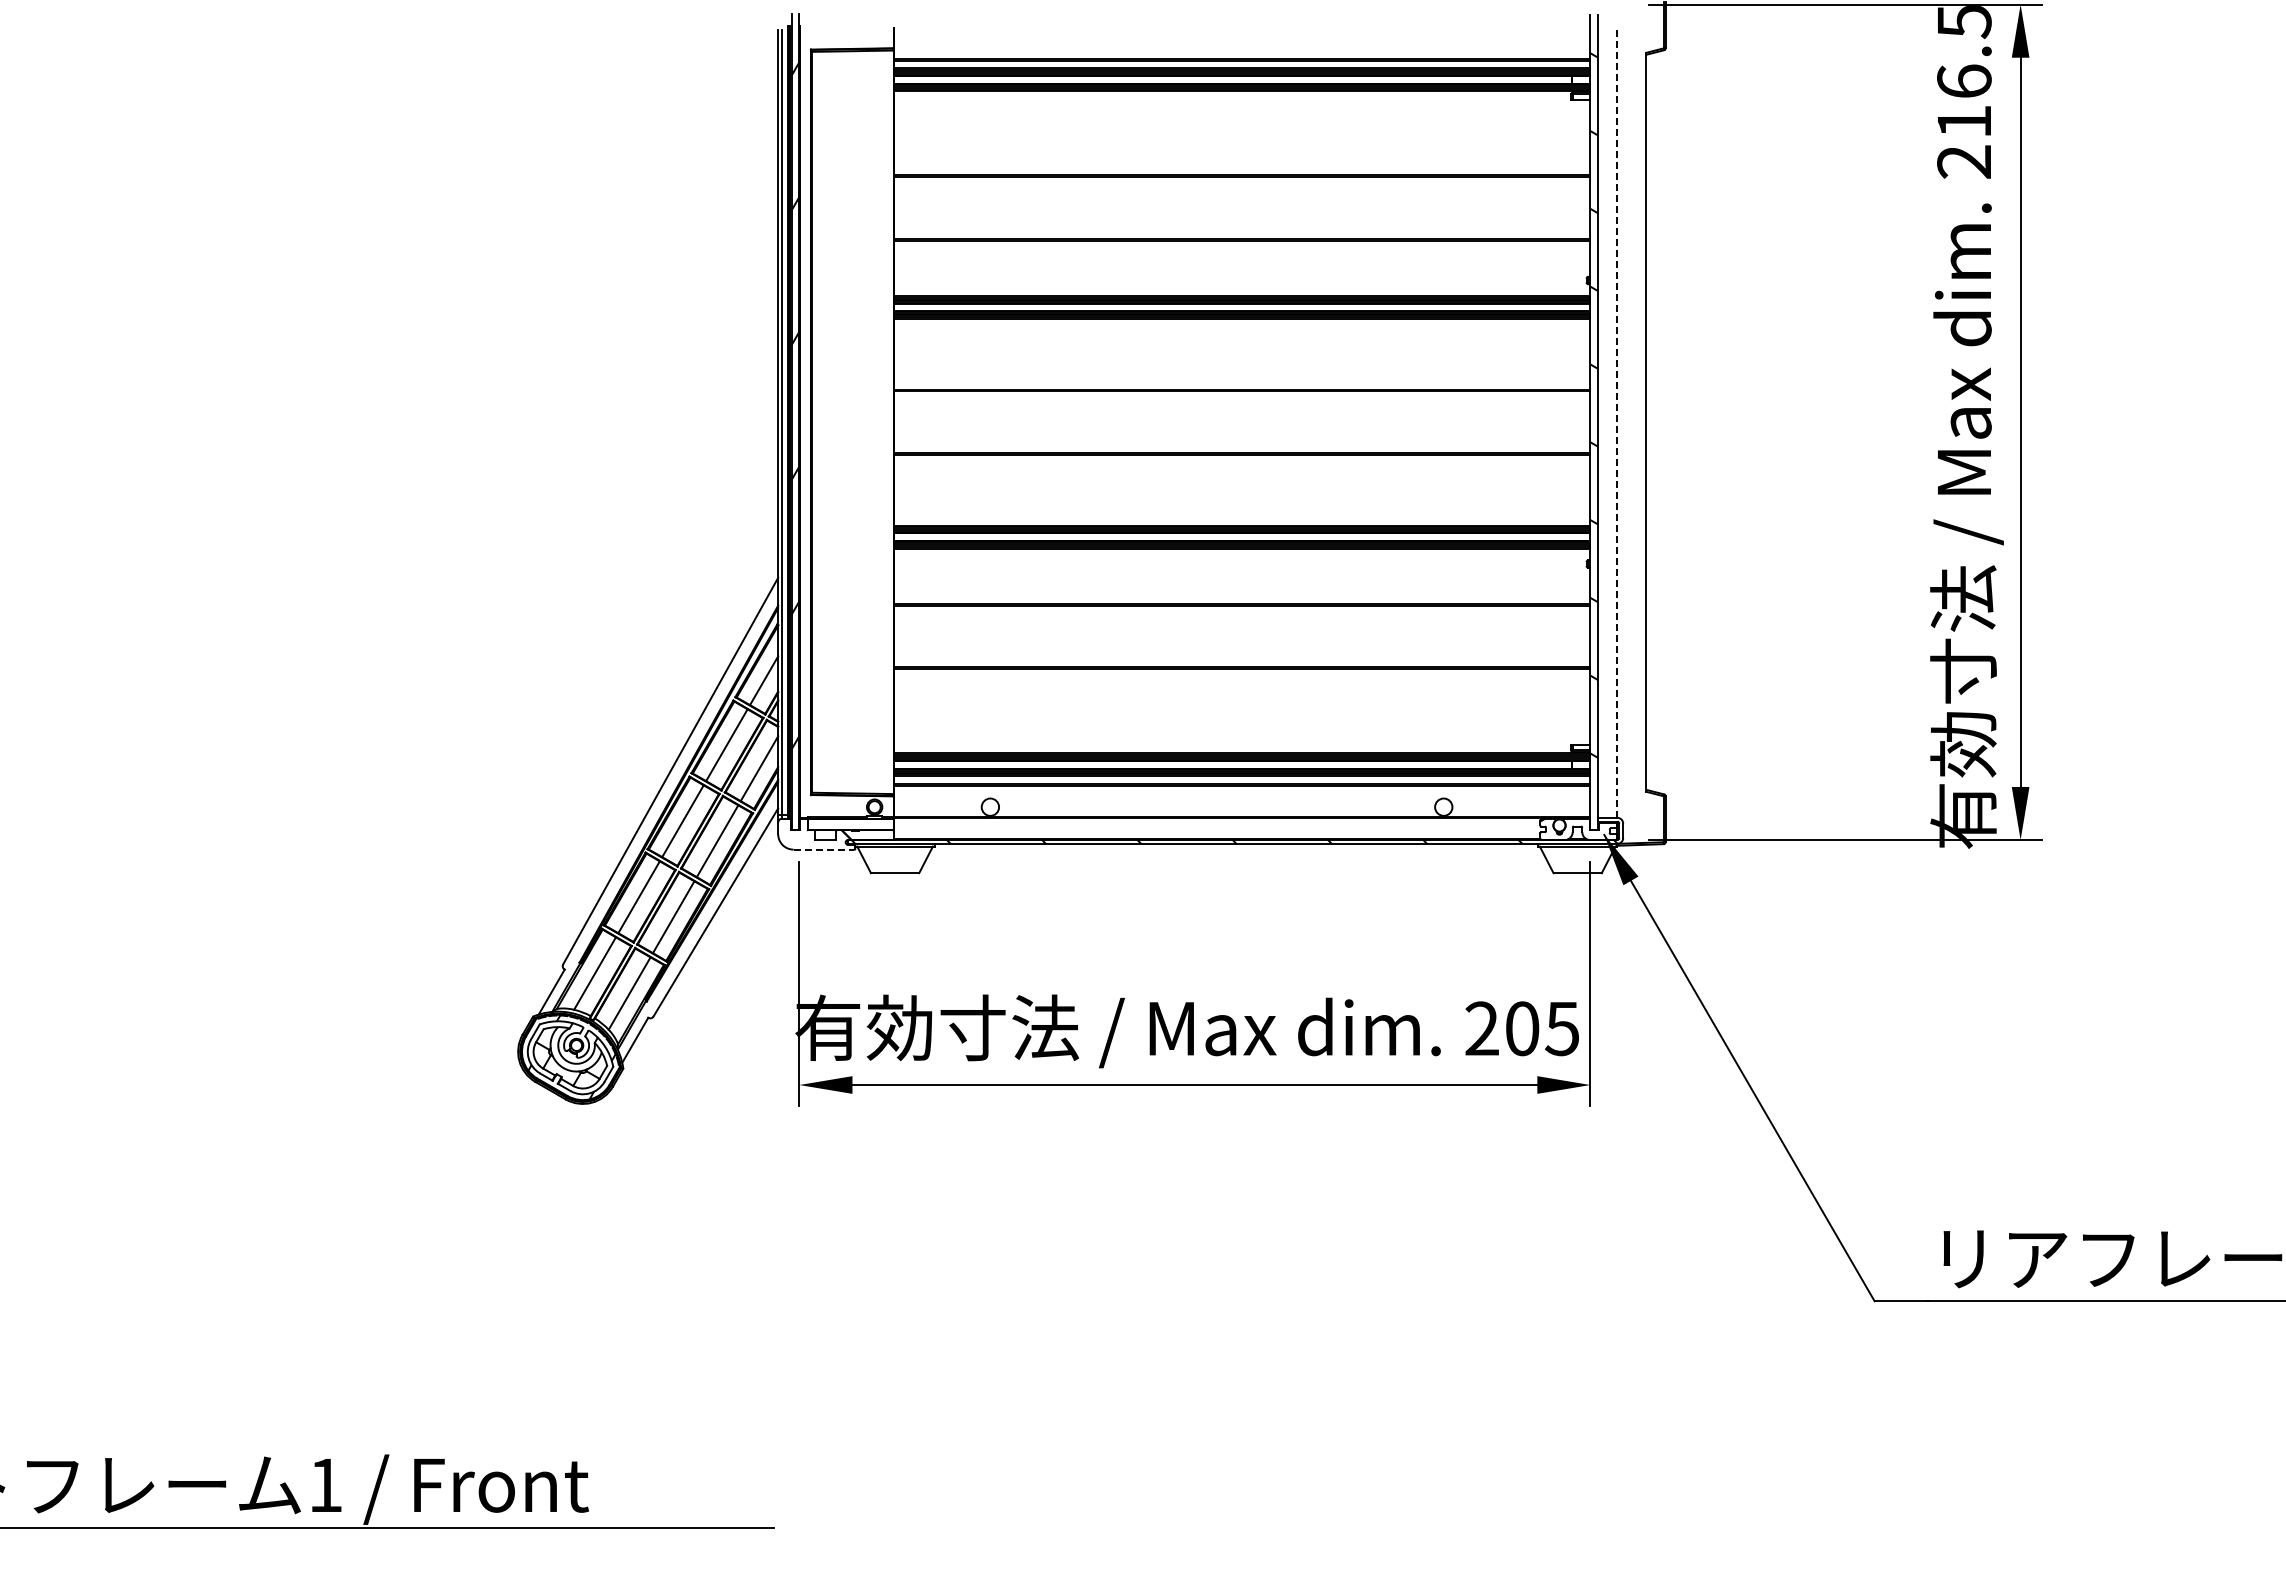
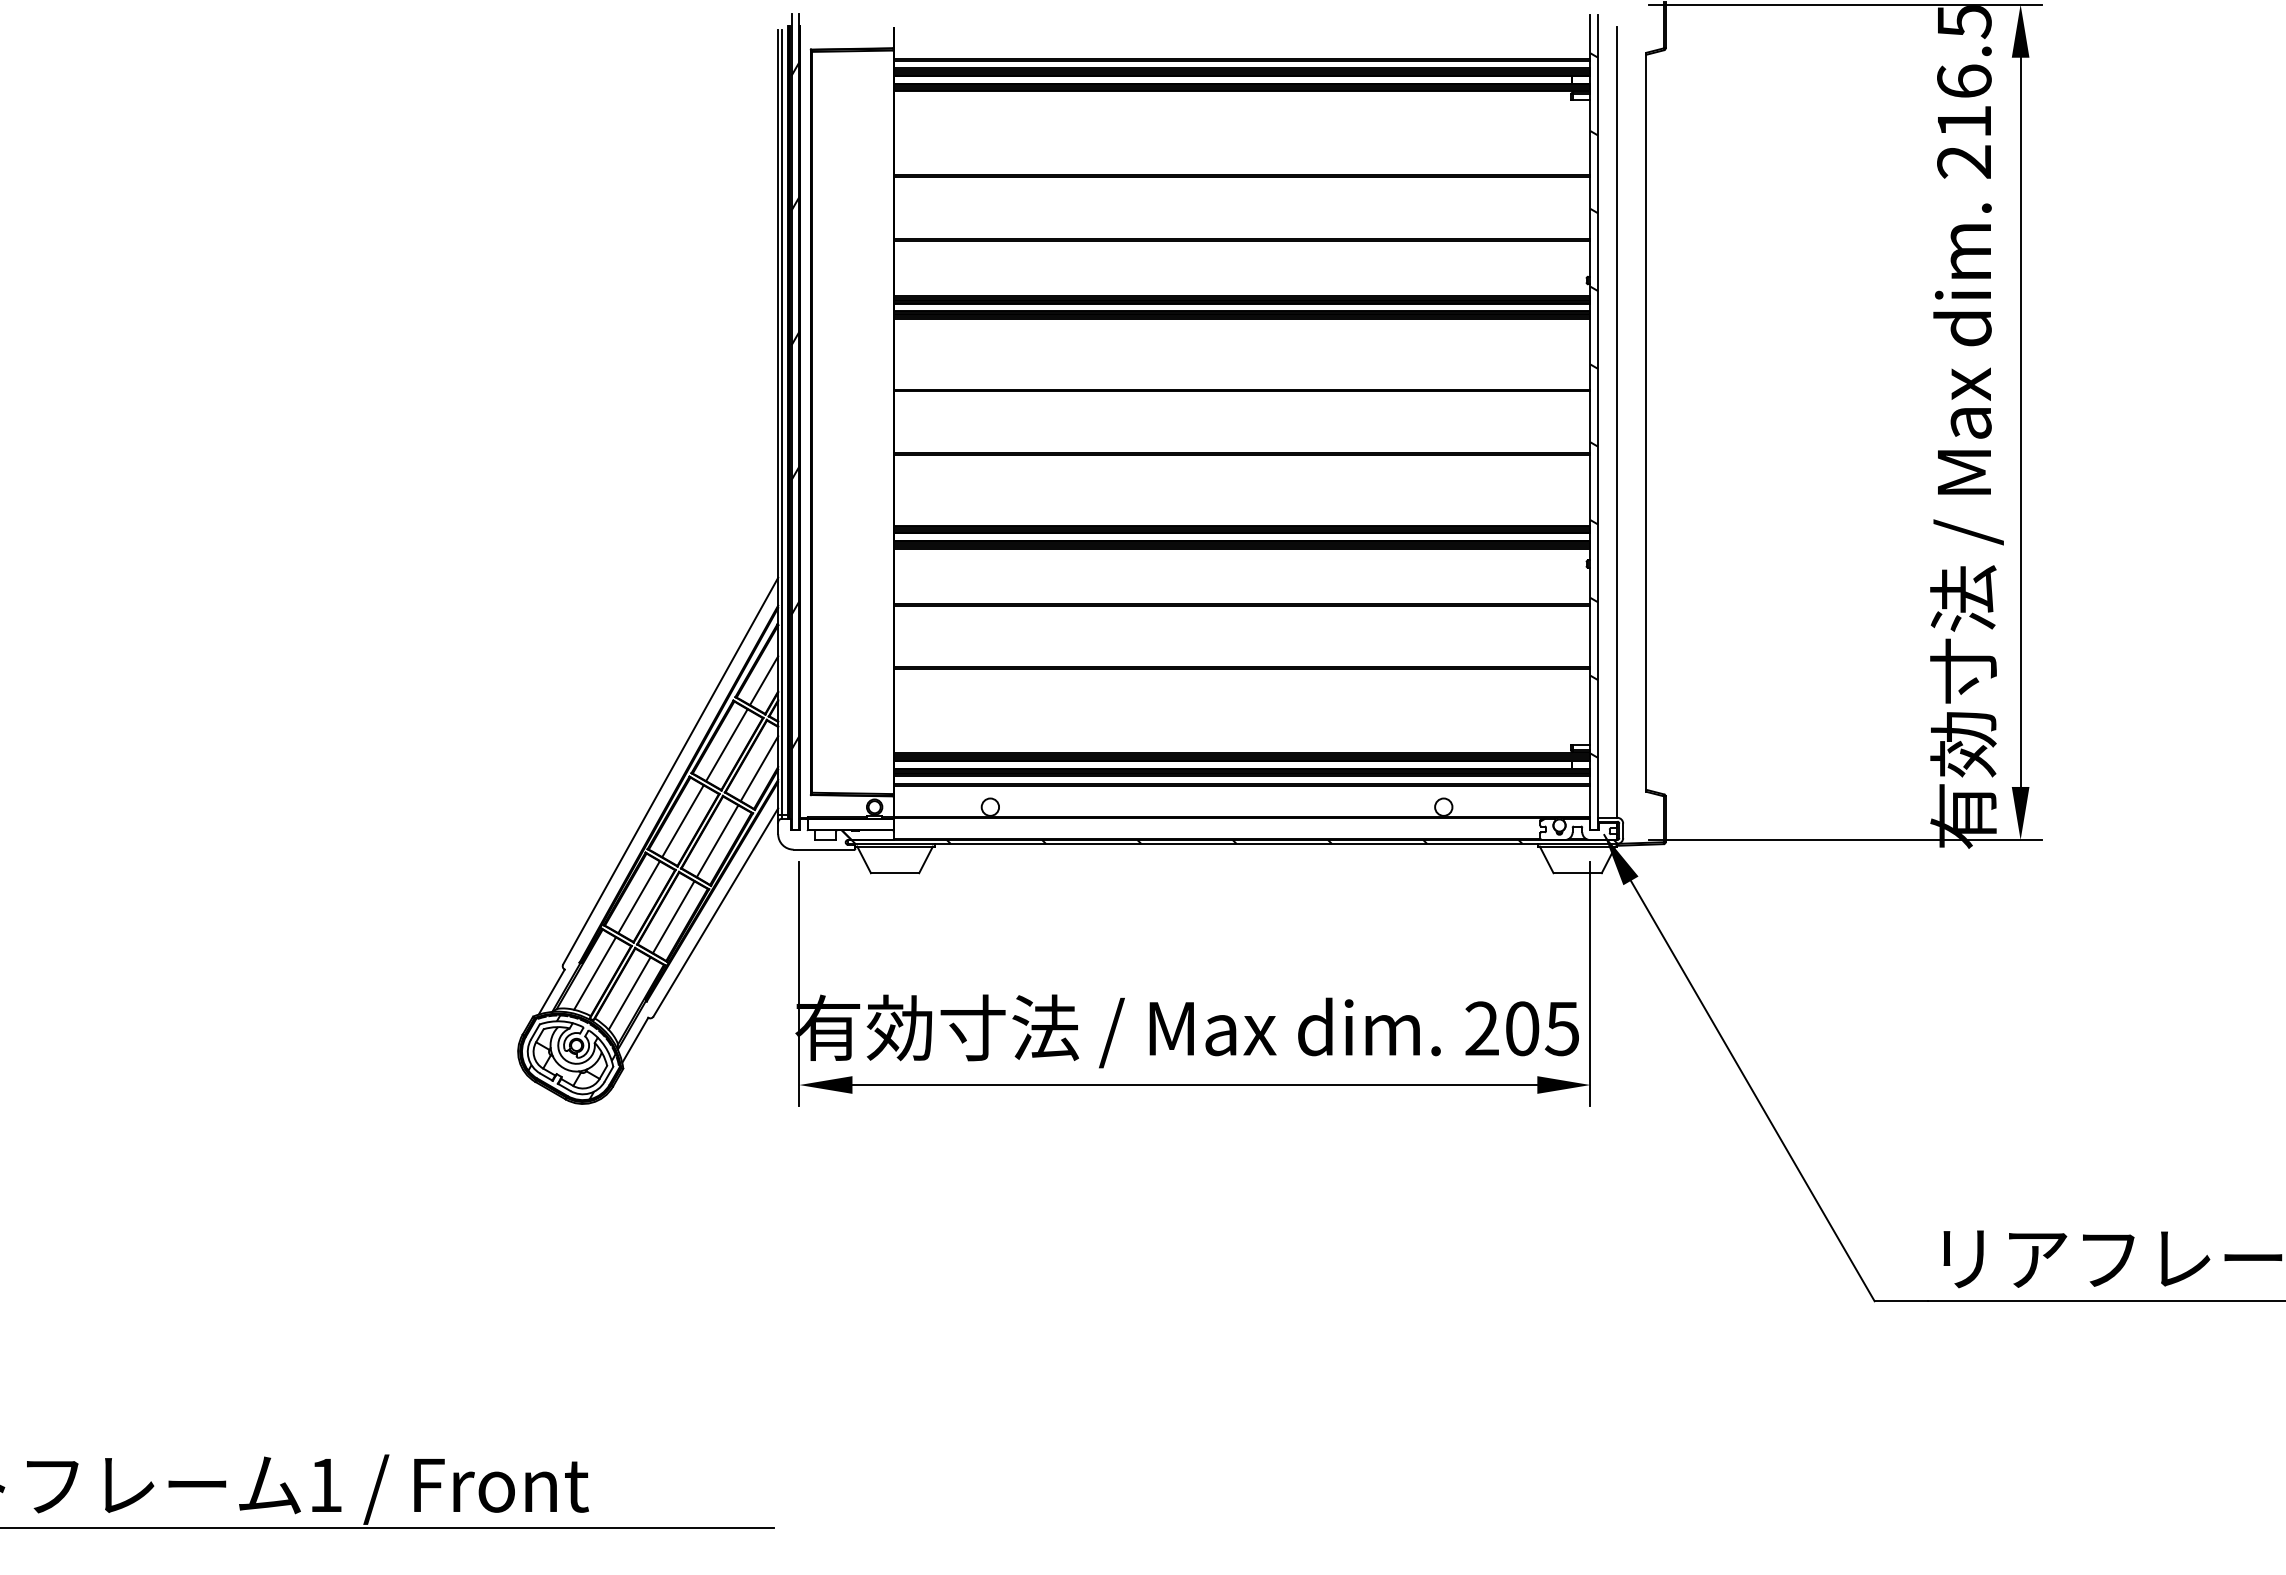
line at (1617, 421): dashed -> solid
line at (824, 849): dashed -> solid
